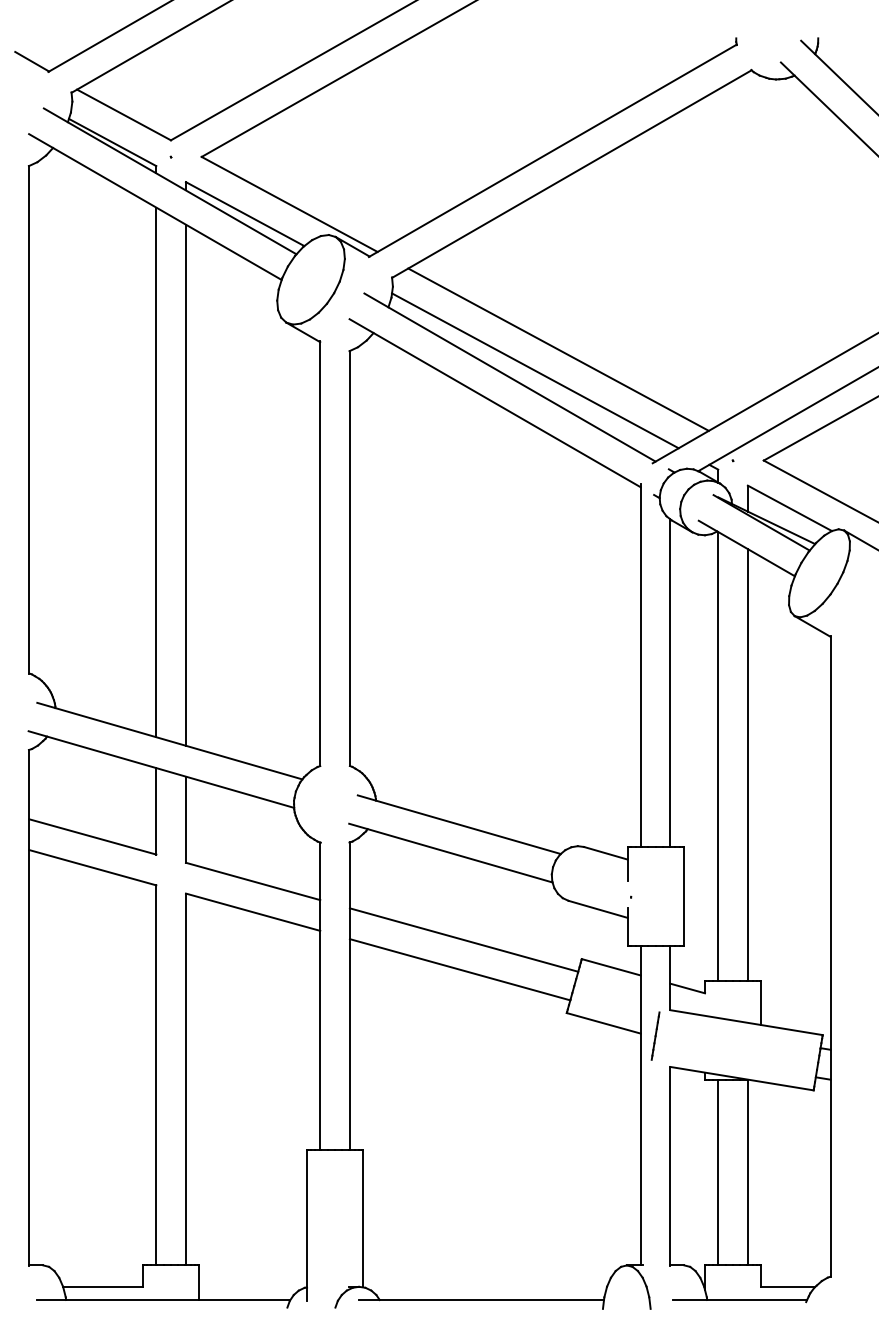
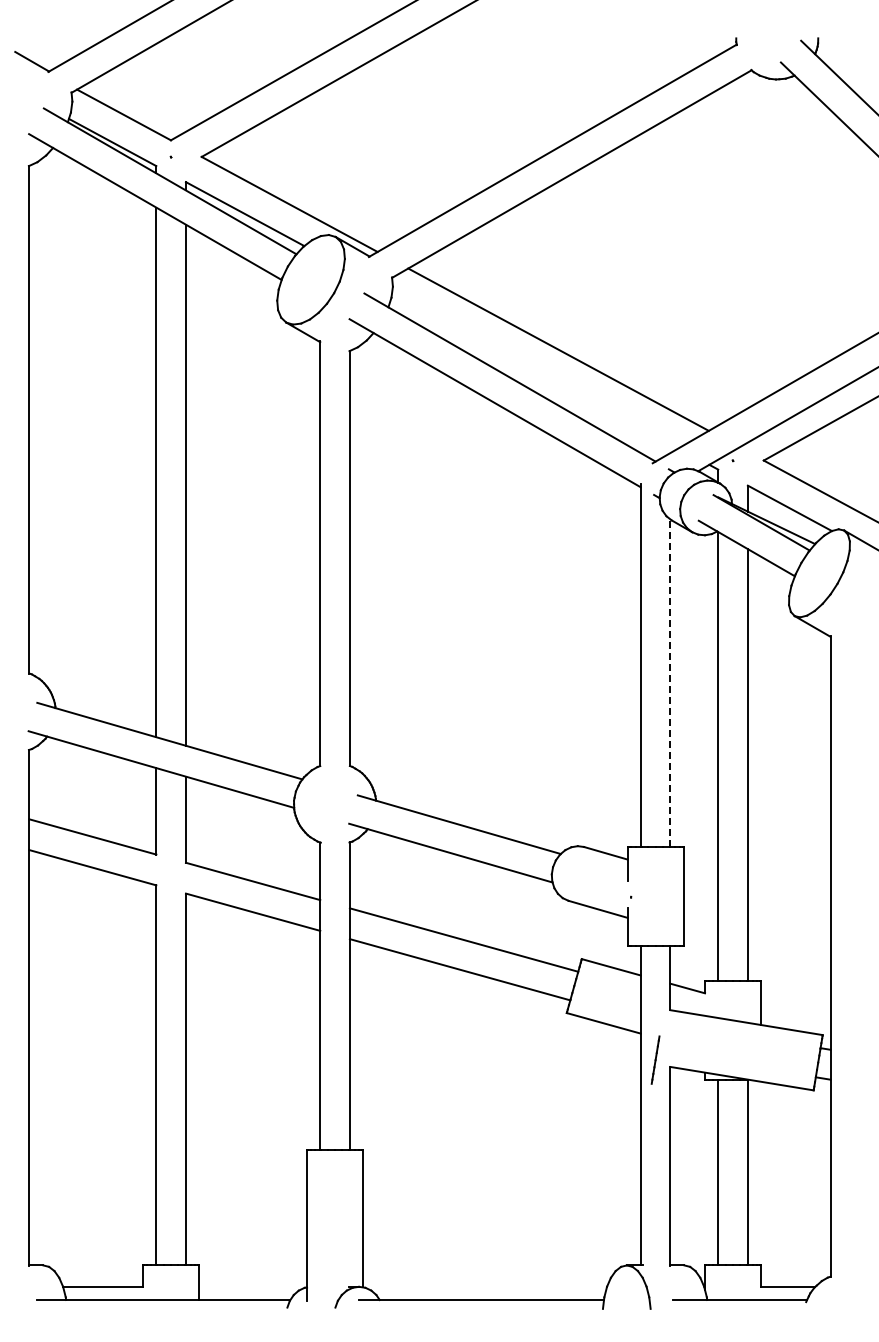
line at (535, 370): present -> none
line at (670, 683): solid -> dashed
line at (655, 1035) position: (655, 1035) -> (655, 1059)
